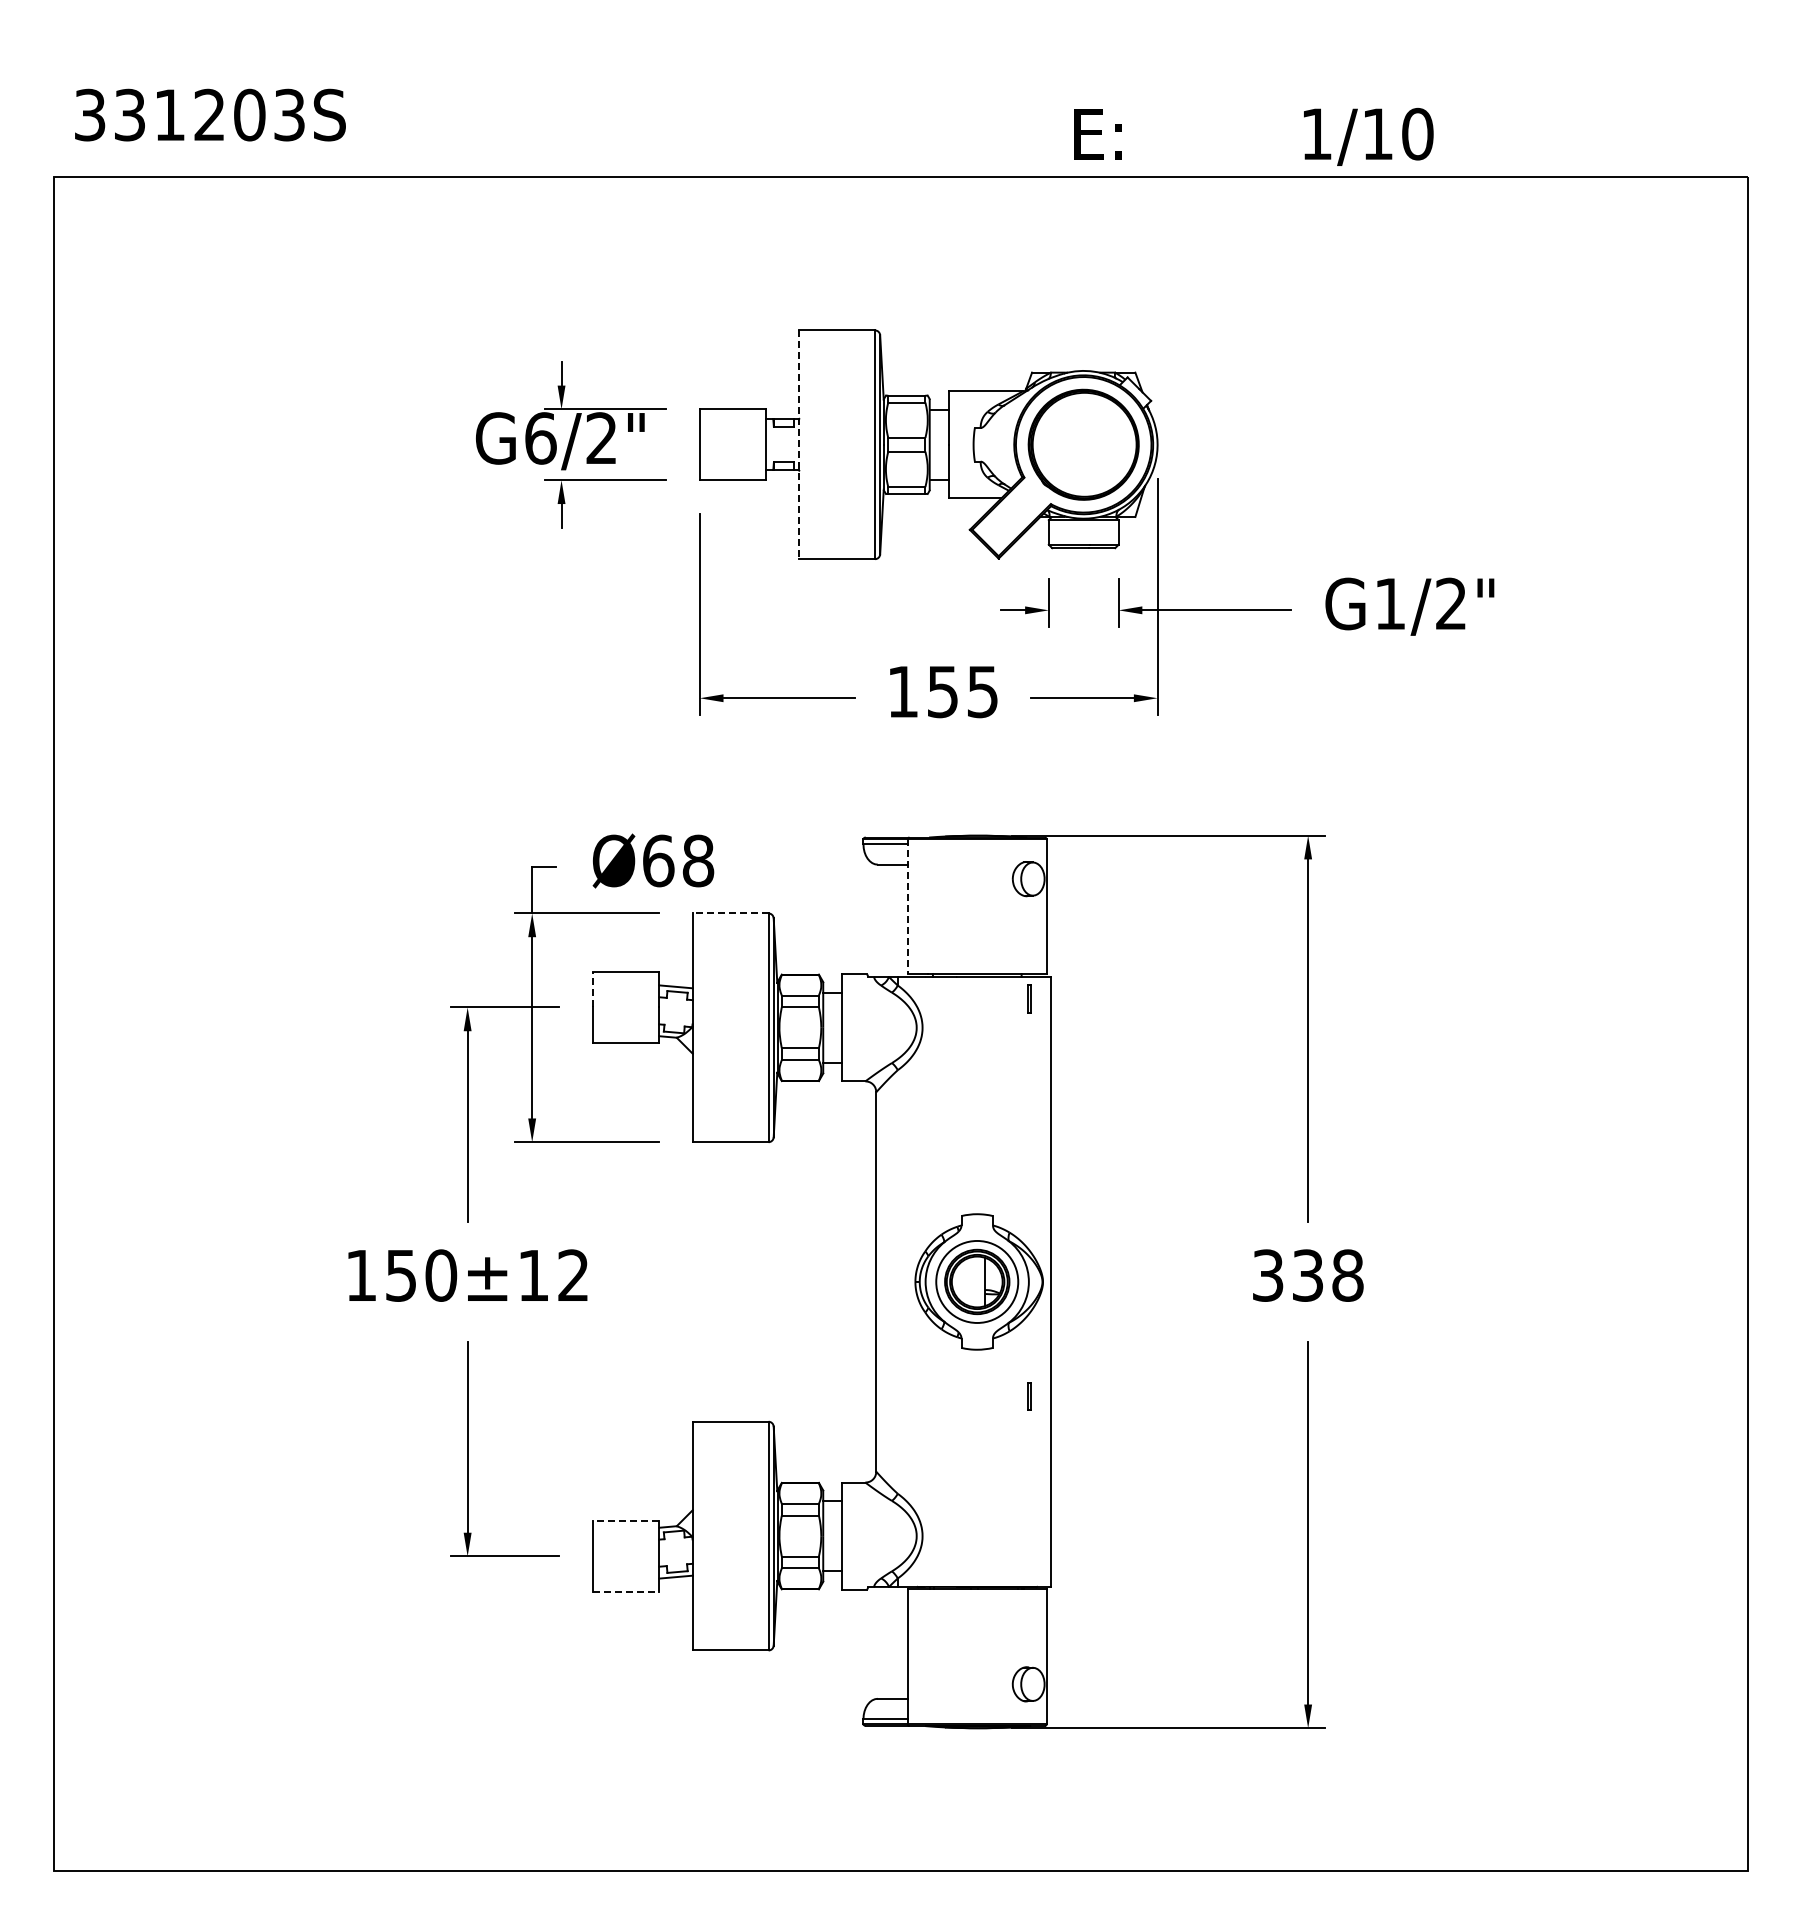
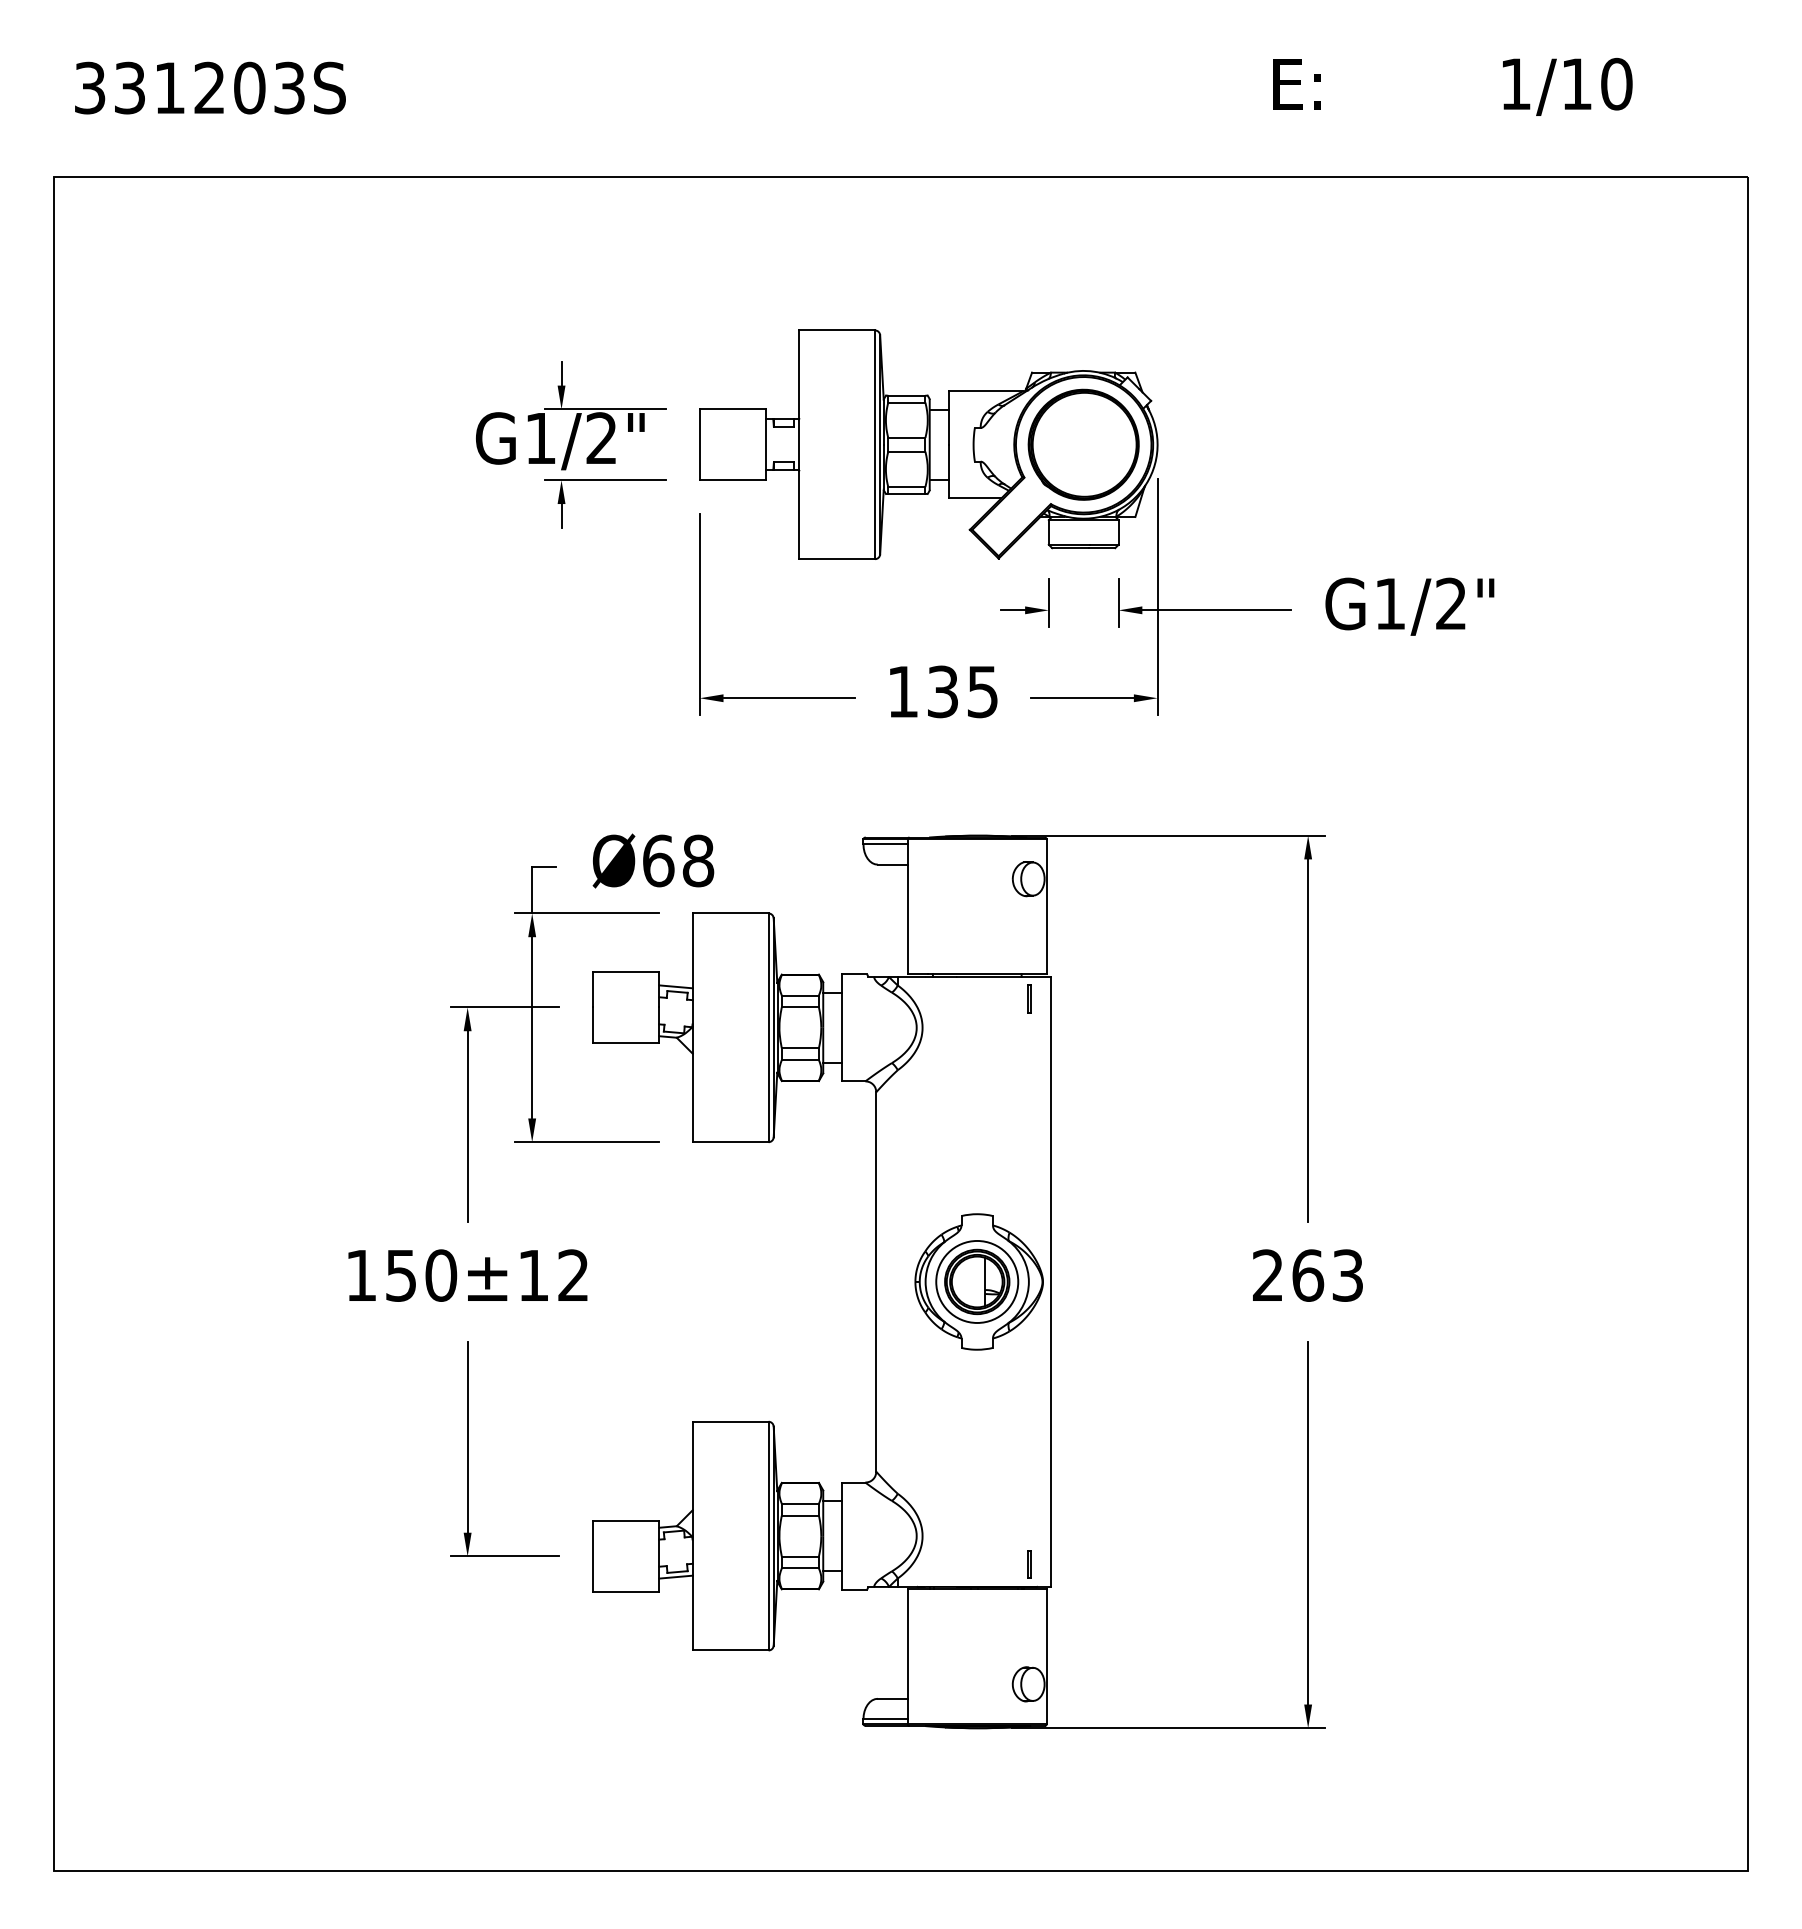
text at (210, 114) position: (210, 114) -> (210, 87)
text at (1253, 136) position: (1253, 136) -> (1452, 86)
text at (540, 438): G6/2" -> G1/2"
line at (799, 445): dashed -> solid
text at (942, 691): 155 -> 135
line at (907, 907): dashed -> solid
line at (730, 913): dashed -> solid
line at (593, 989): dashed -> solid
text at (1308, 1275): 338 -> 263
line at (1028, 1396) position: (1028, 1396) -> (1028, 1564)
line at (625, 1520): dashed -> solid
line at (626, 1591): dashed -> solid
